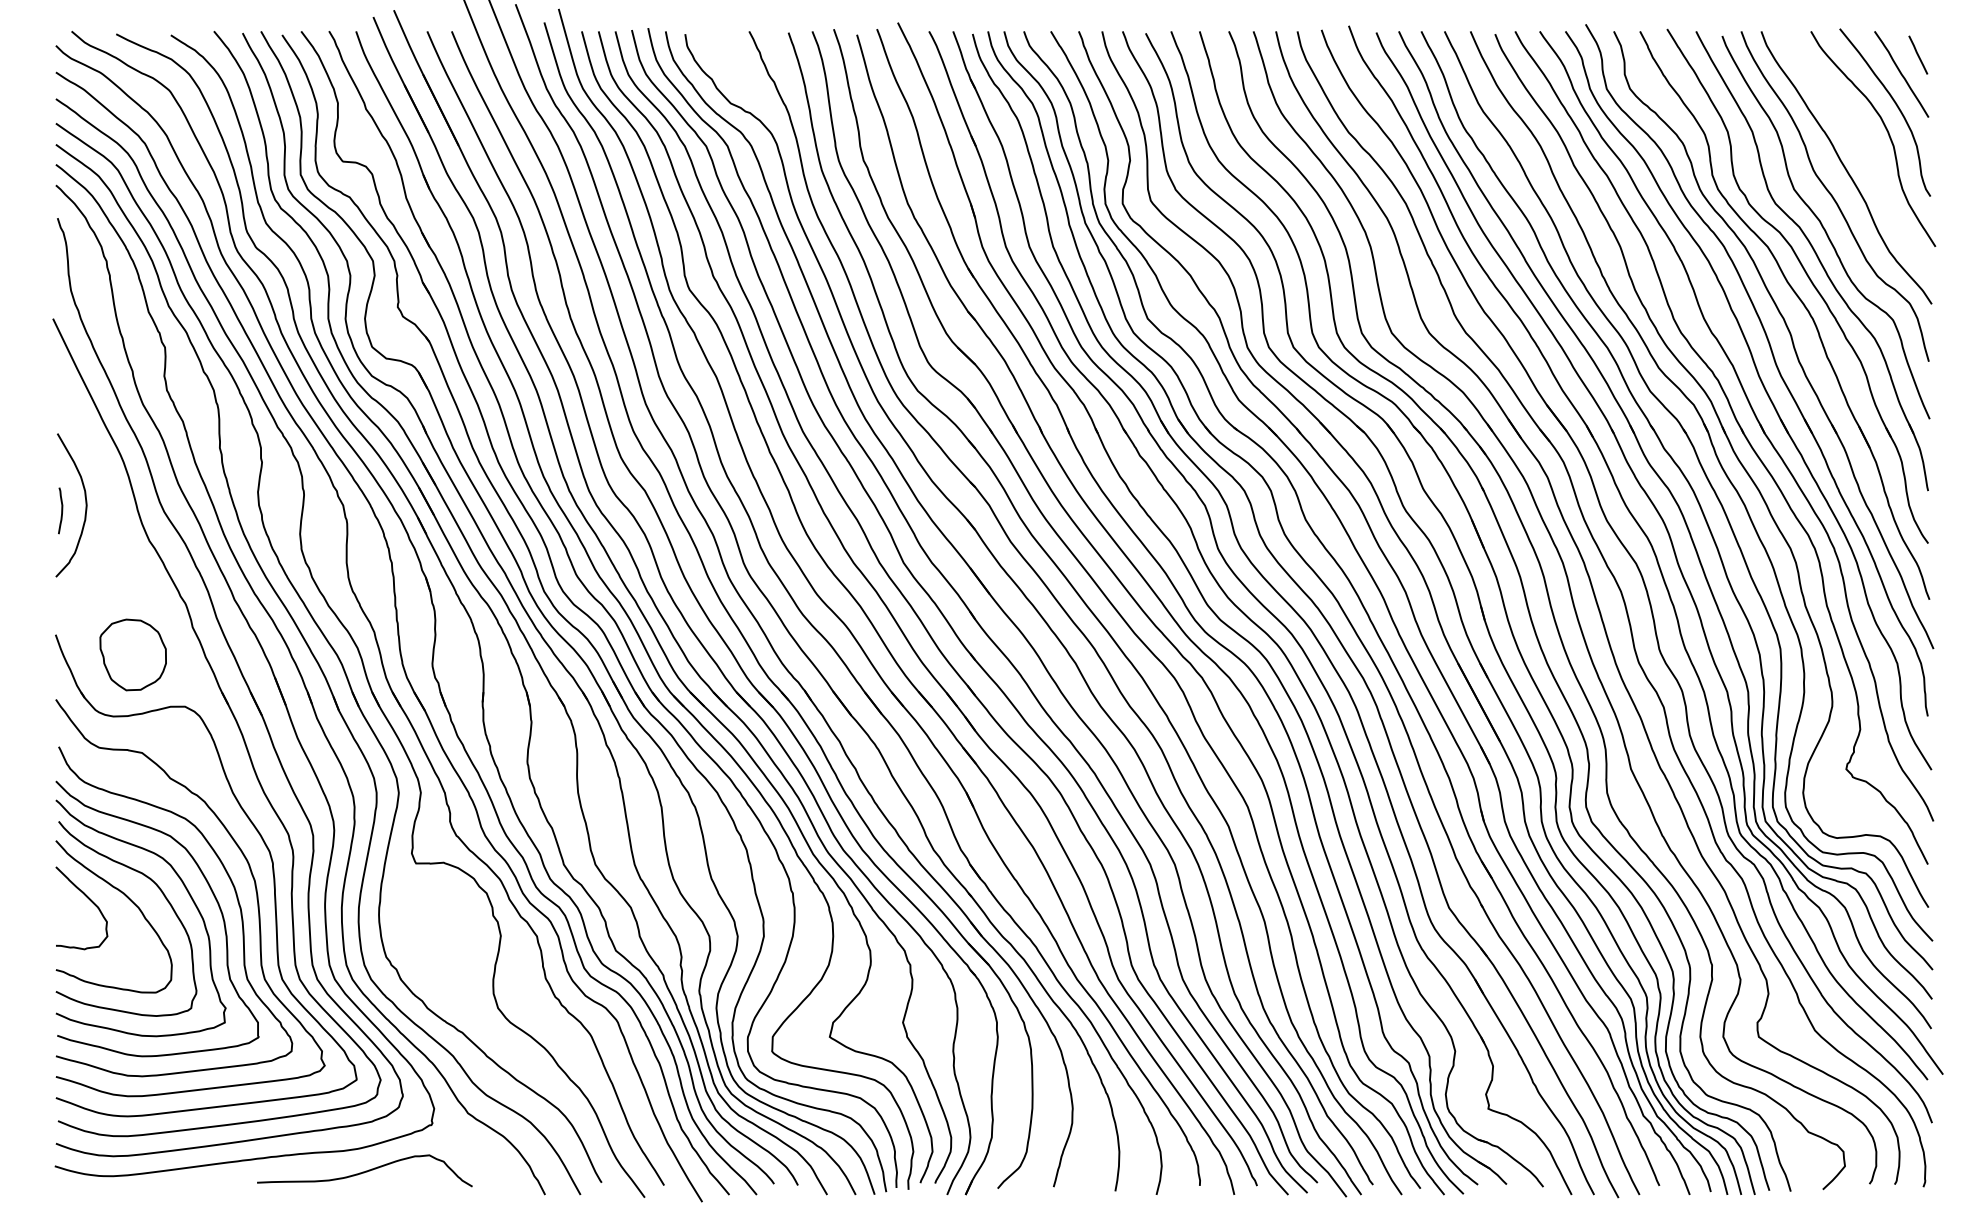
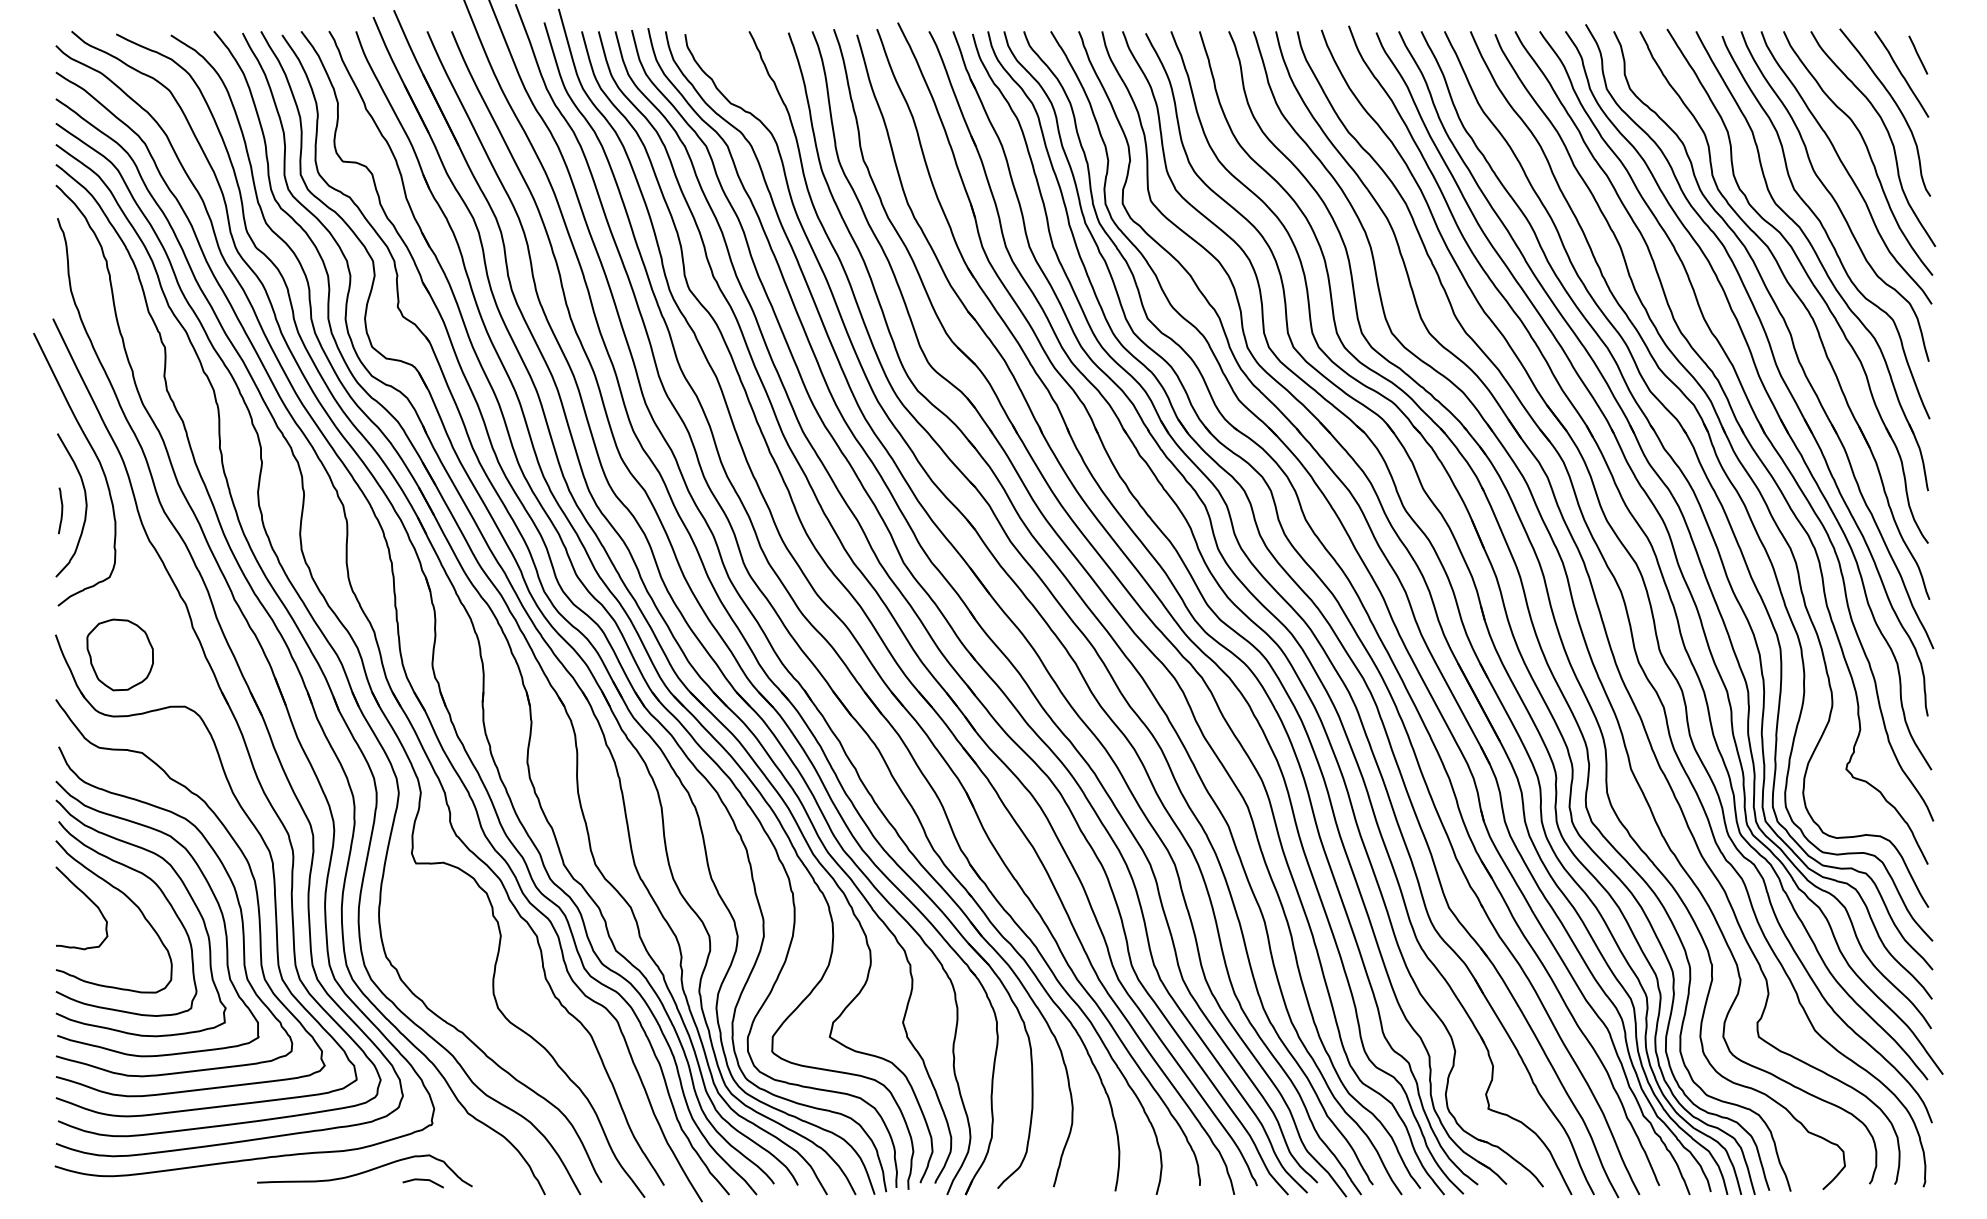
curve at (1866, 149): none -> present
curve at (96, 458): none -> present
part at (132, 654) position: (132, 654) -> (119, 654)
line at (422, 1180): none -> present
